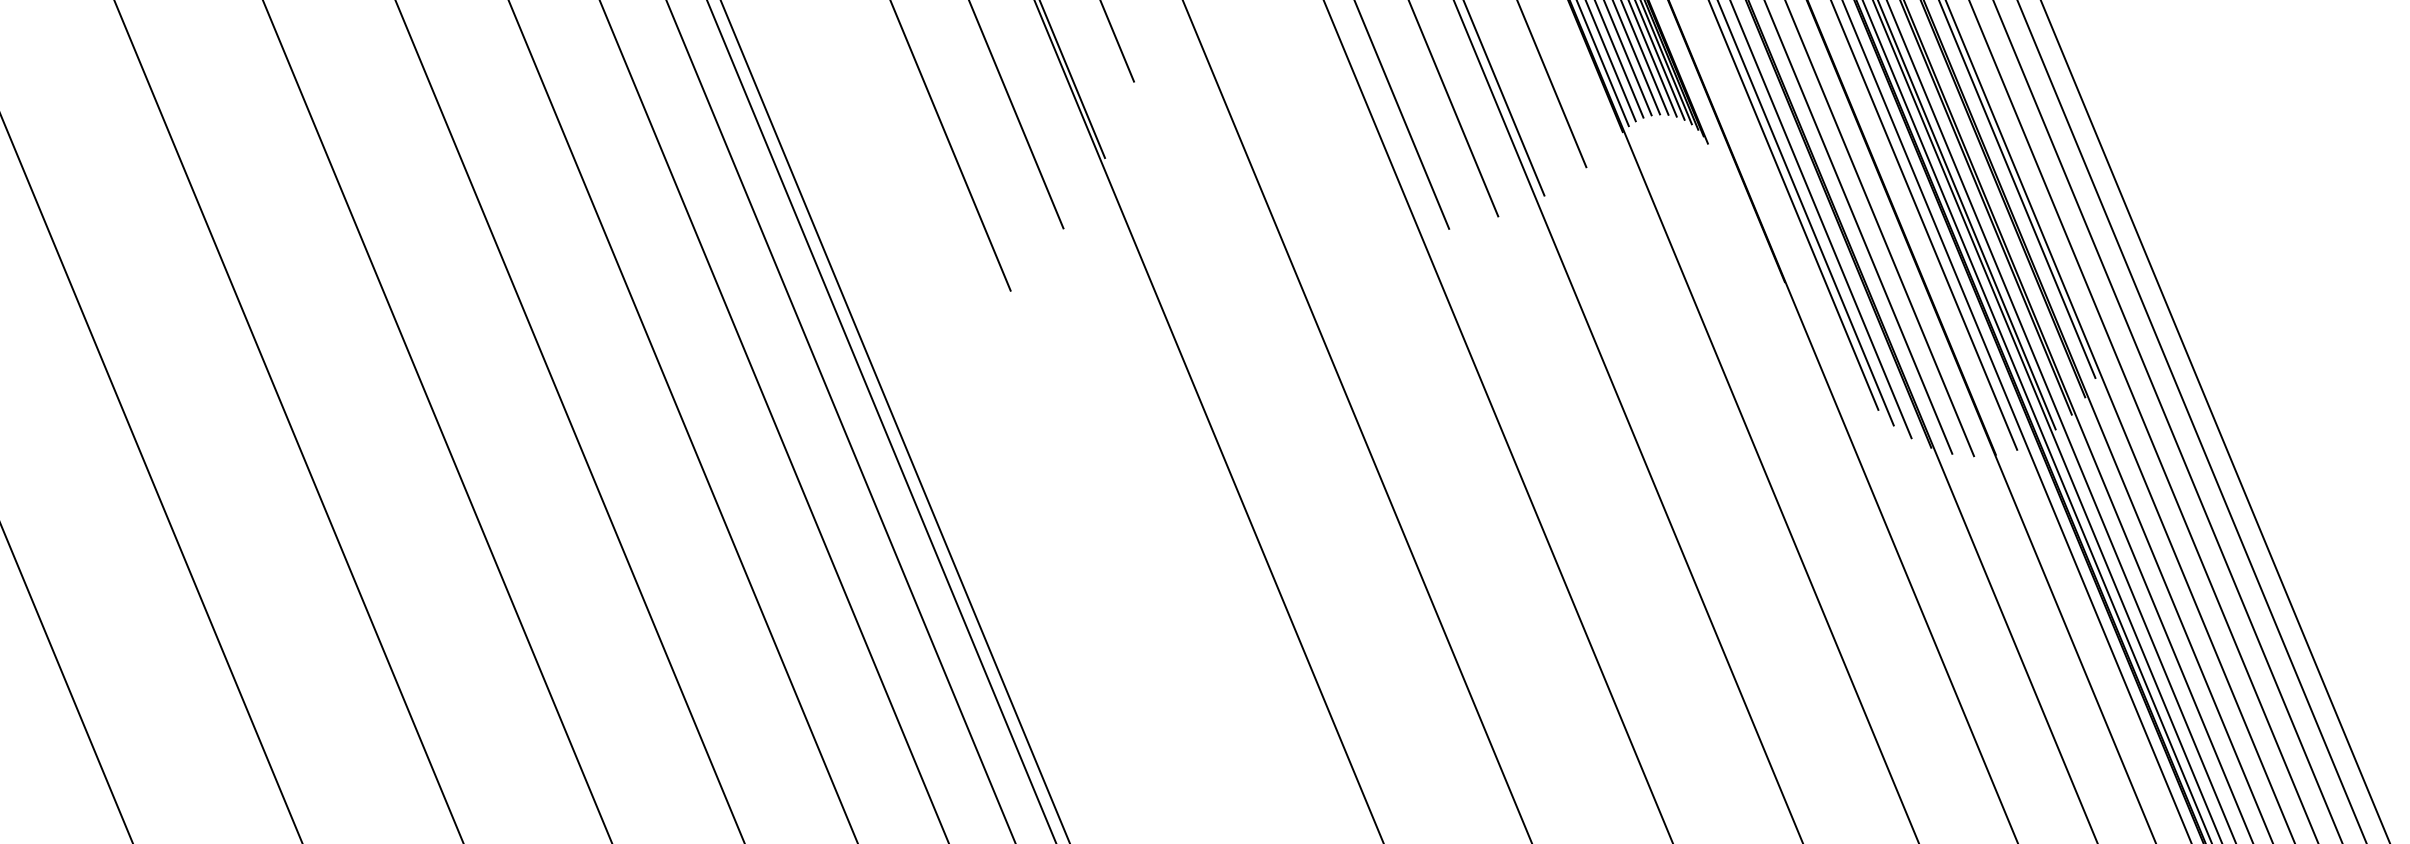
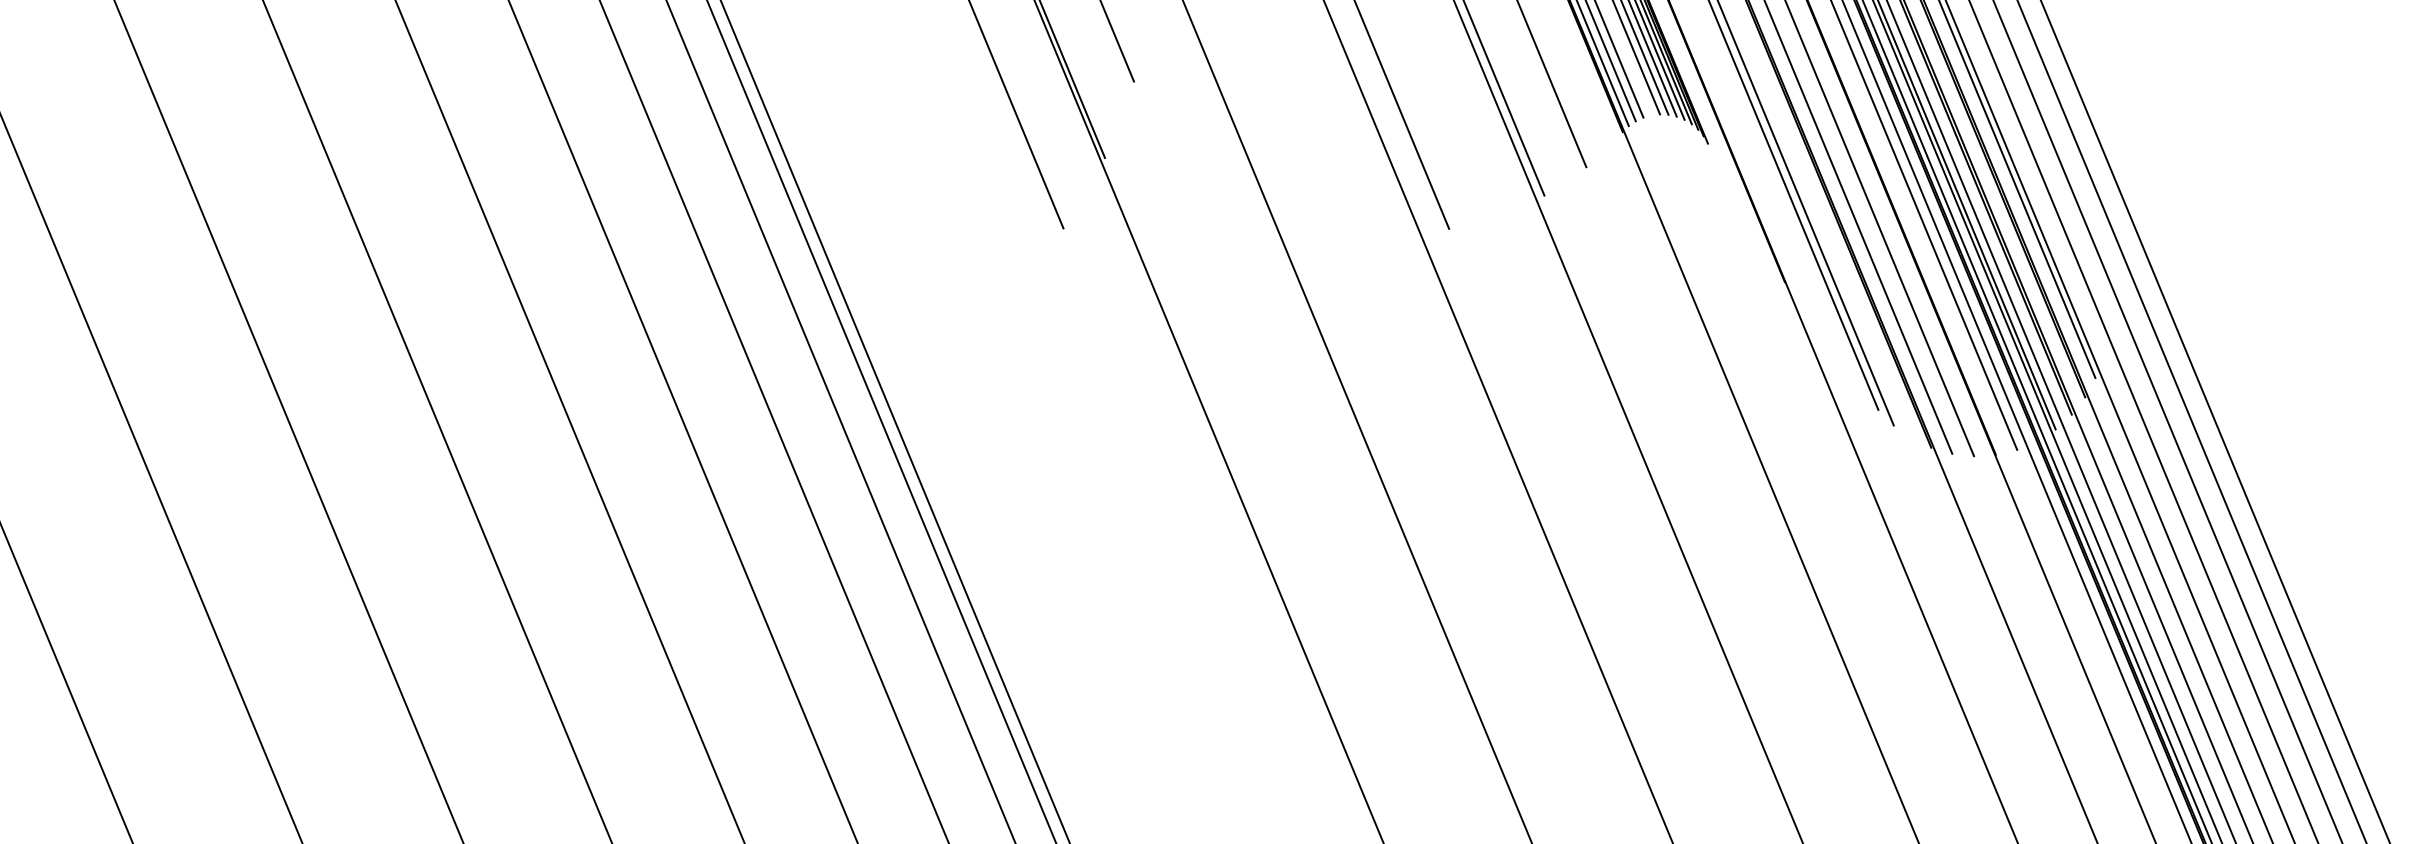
line at (1627, 59): present -> none
line at (1453, 109): present -> none
line at (951, 146): present -> none
line at (1821, 220): present -> none
